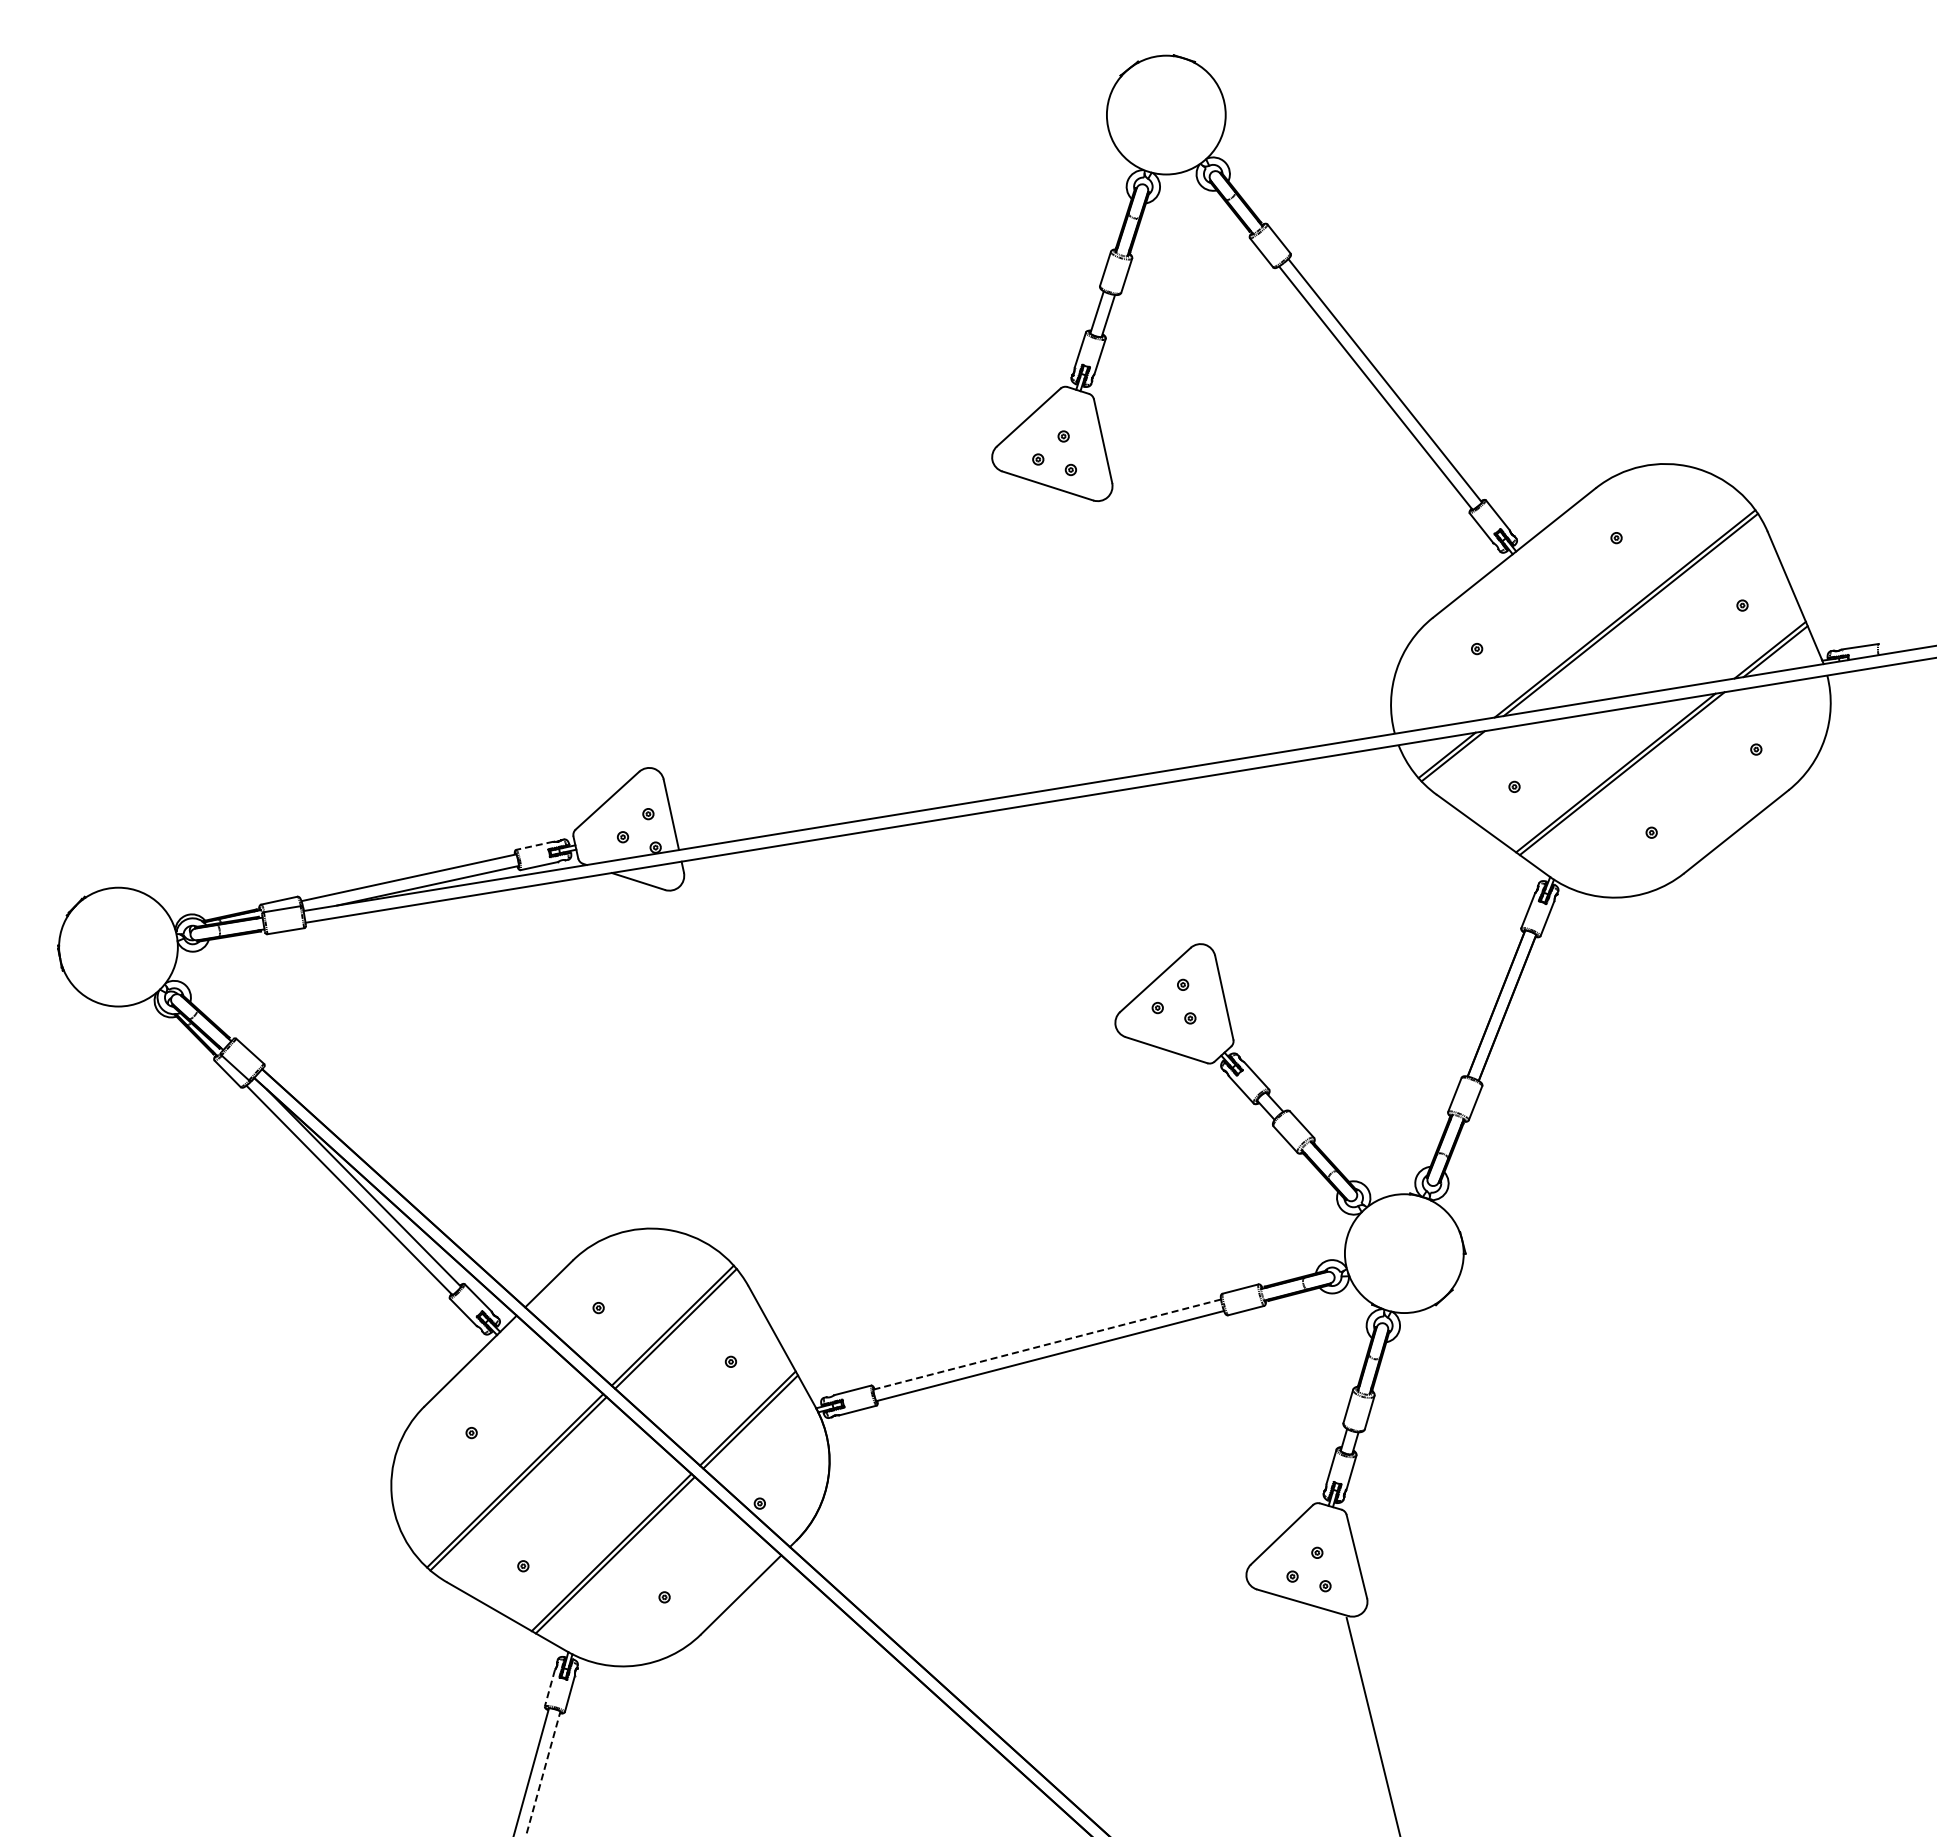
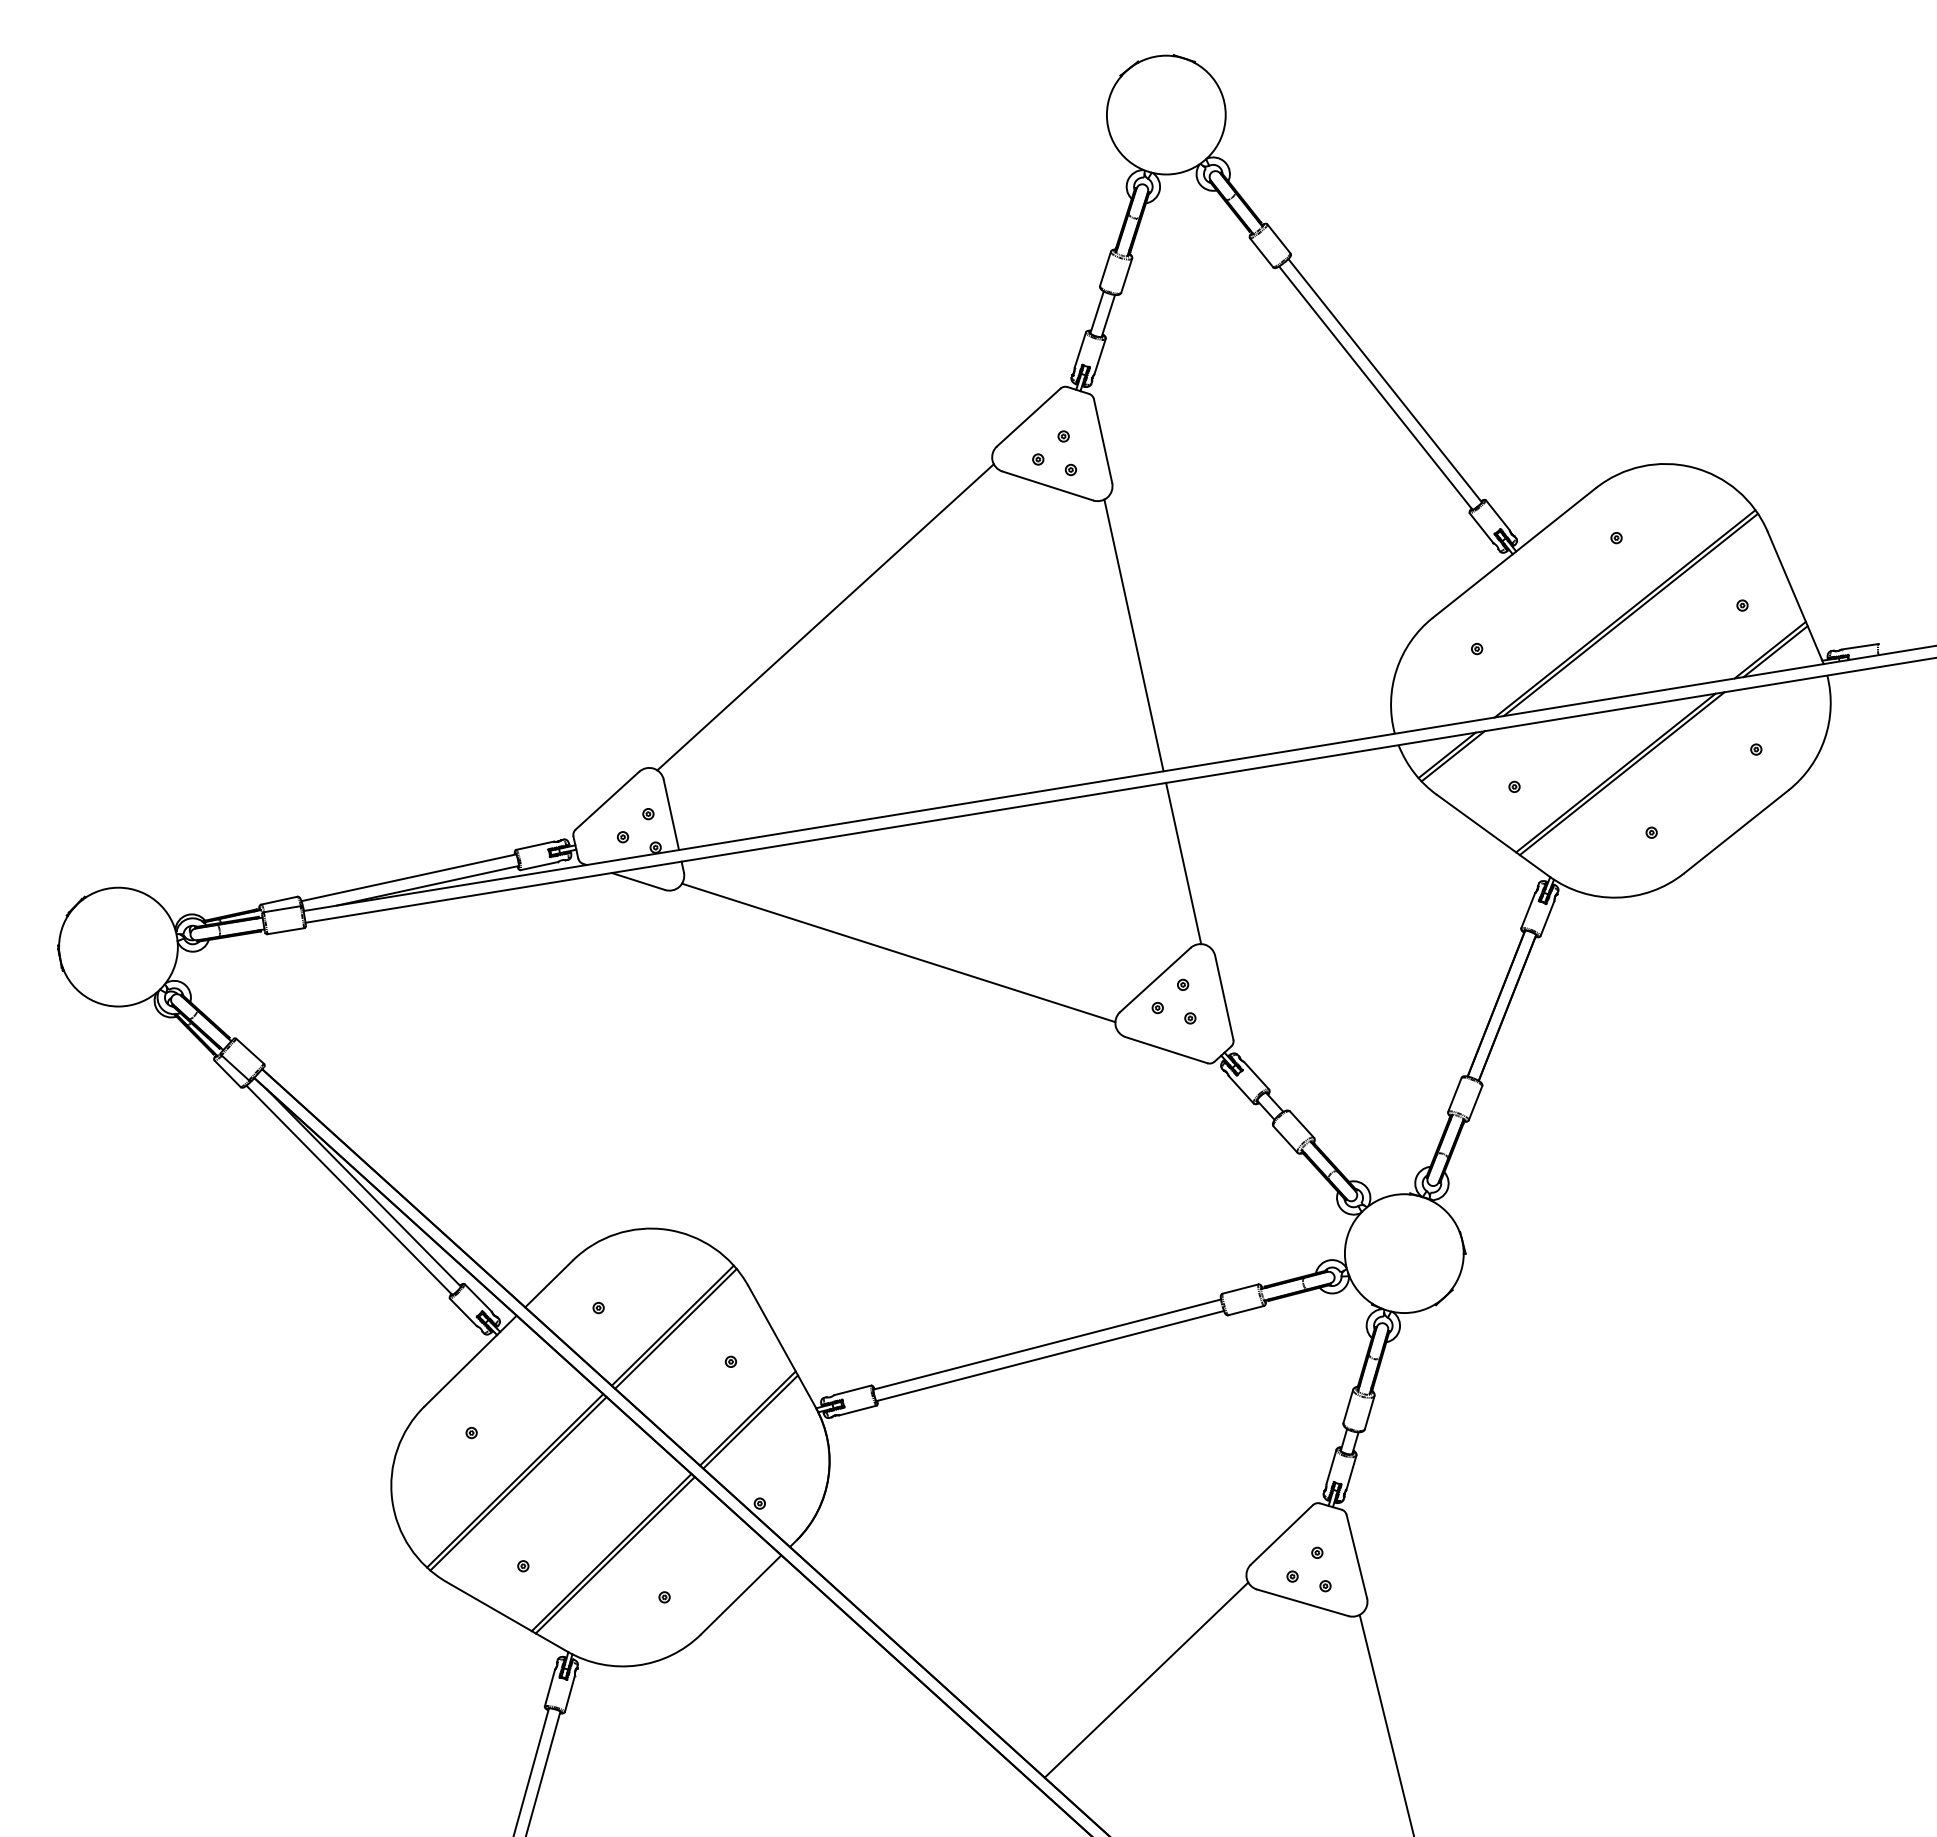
line at (825, 617): none -> present
line at (1133, 635): none -> present
line at (534, 845): dashed -> solid
line at (1183, 863): none -> present
line at (898, 952): none -> present
line at (1047, 1344): dashed -> solid
line at (1146, 1679): none -> present
line at (549, 1688): dashed -> solid
line at (1372, 1725) position: (1372, 1725) -> (1386, 1723)
line at (543, 1773): dashed -> solid
